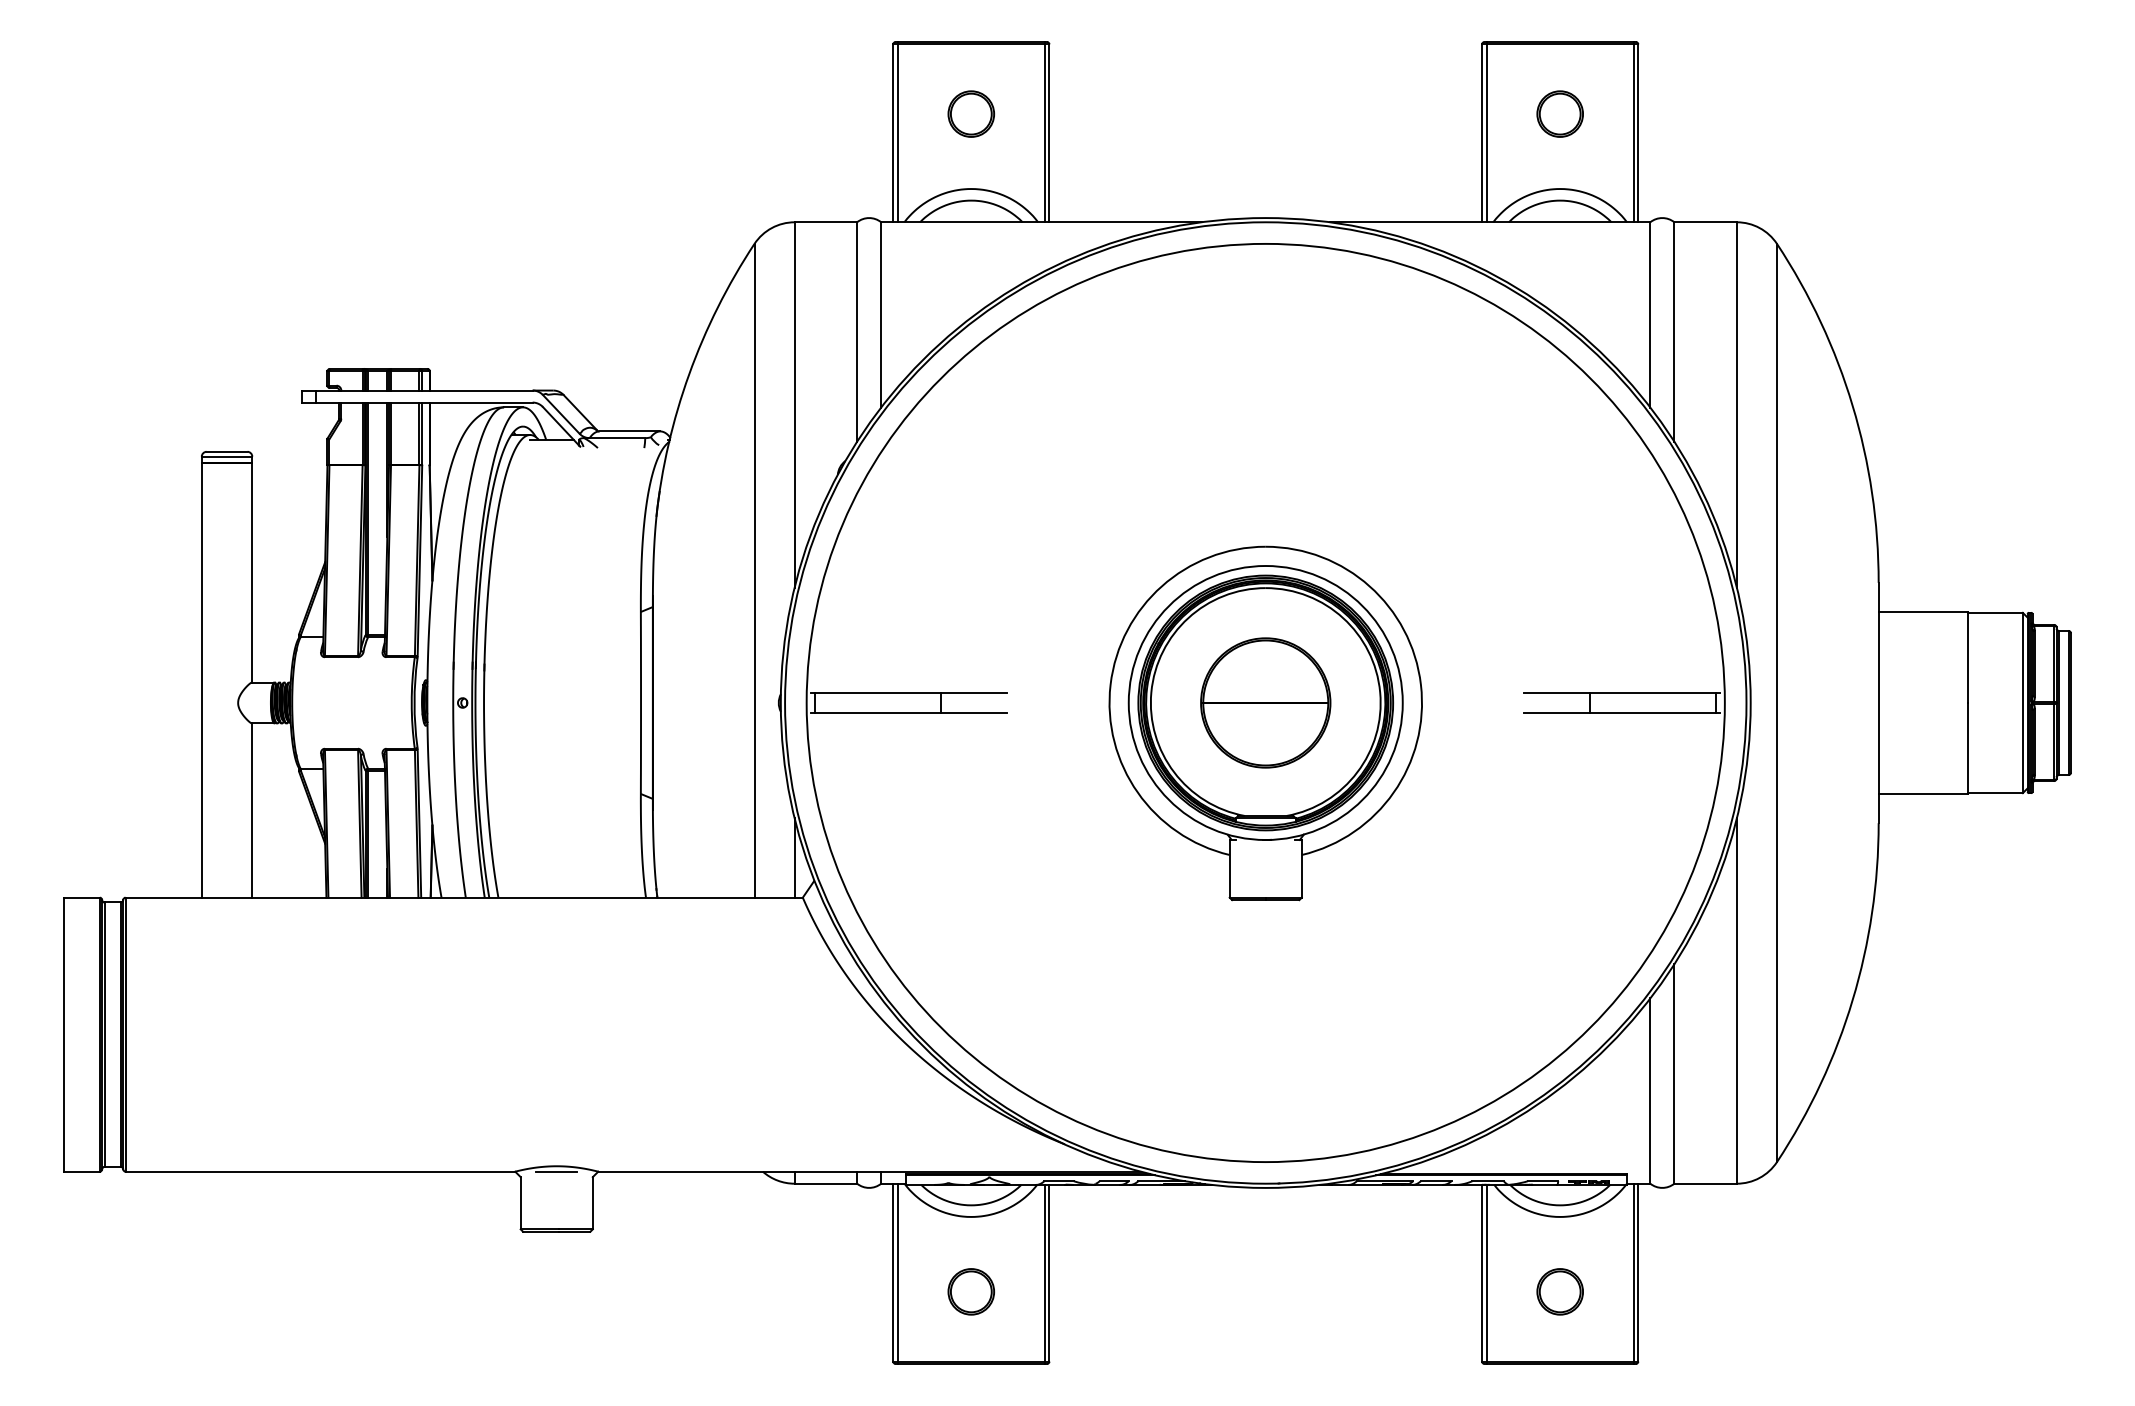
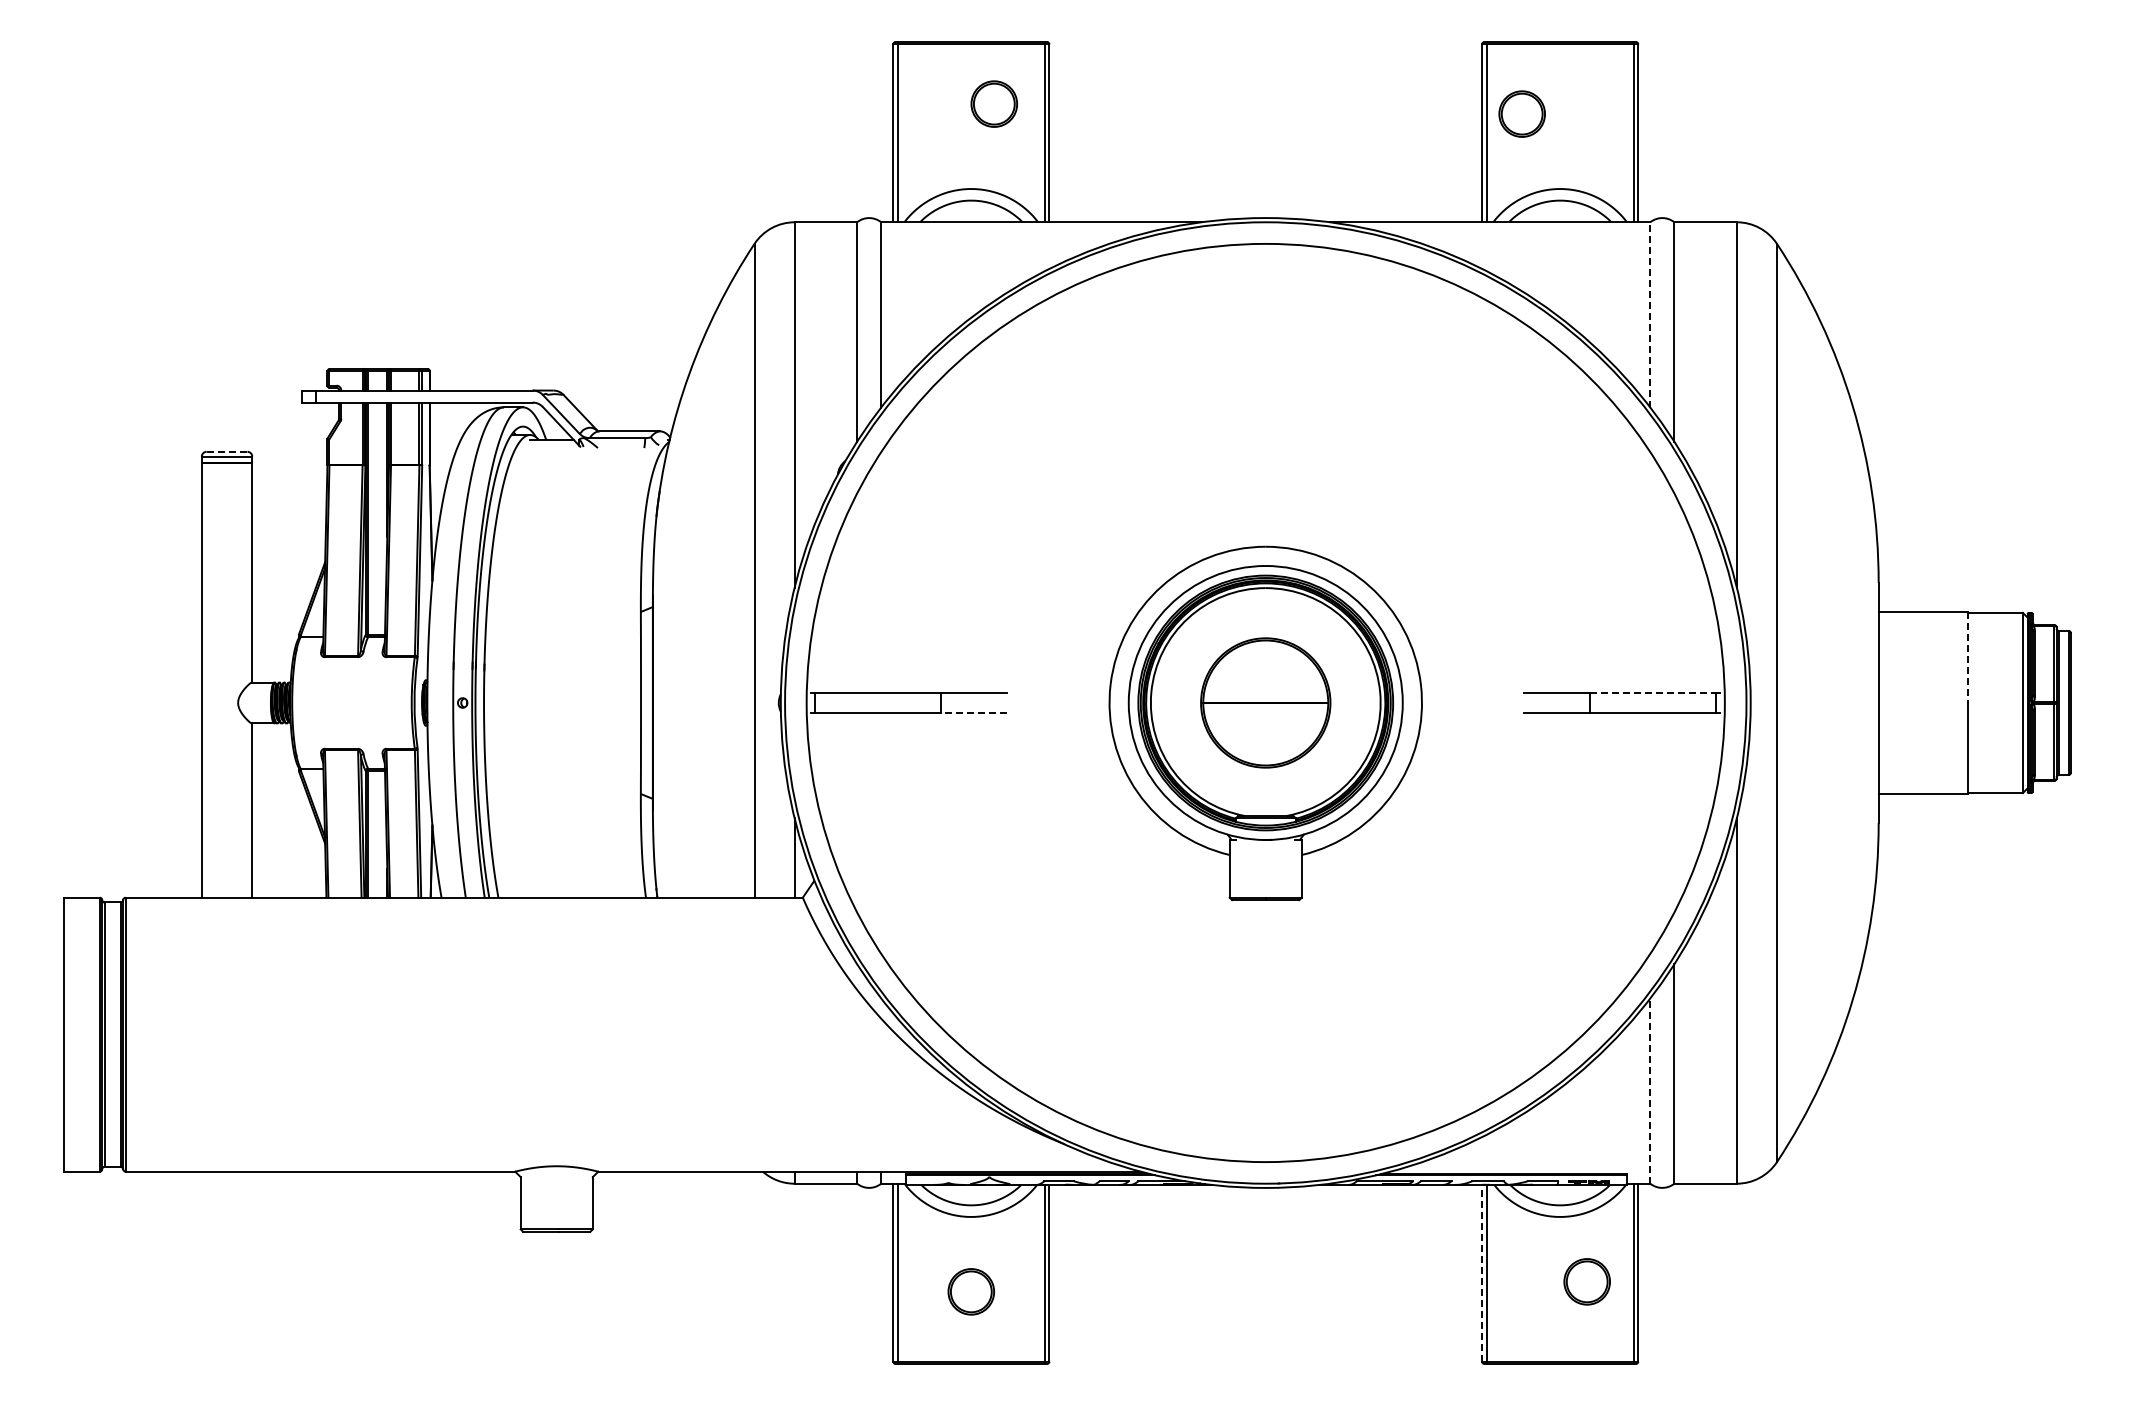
part at (970, 113) position: (970, 113) -> (993, 103)
part at (1559, 113) position: (1559, 113) -> (1521, 113)
line at (1650, 314): solid -> dashed
line at (226, 451): solid -> dashed
line at (1967, 657): solid -> dashed
line at (1653, 693): solid -> dashed
line at (973, 712): solid -> dashed
line at (1650, 1091): solid -> dashed
line at (556, 1171): present -> none
line at (1482, 1272): solid -> dashed
part at (1559, 1291) position: (1559, 1291) -> (1586, 1281)
